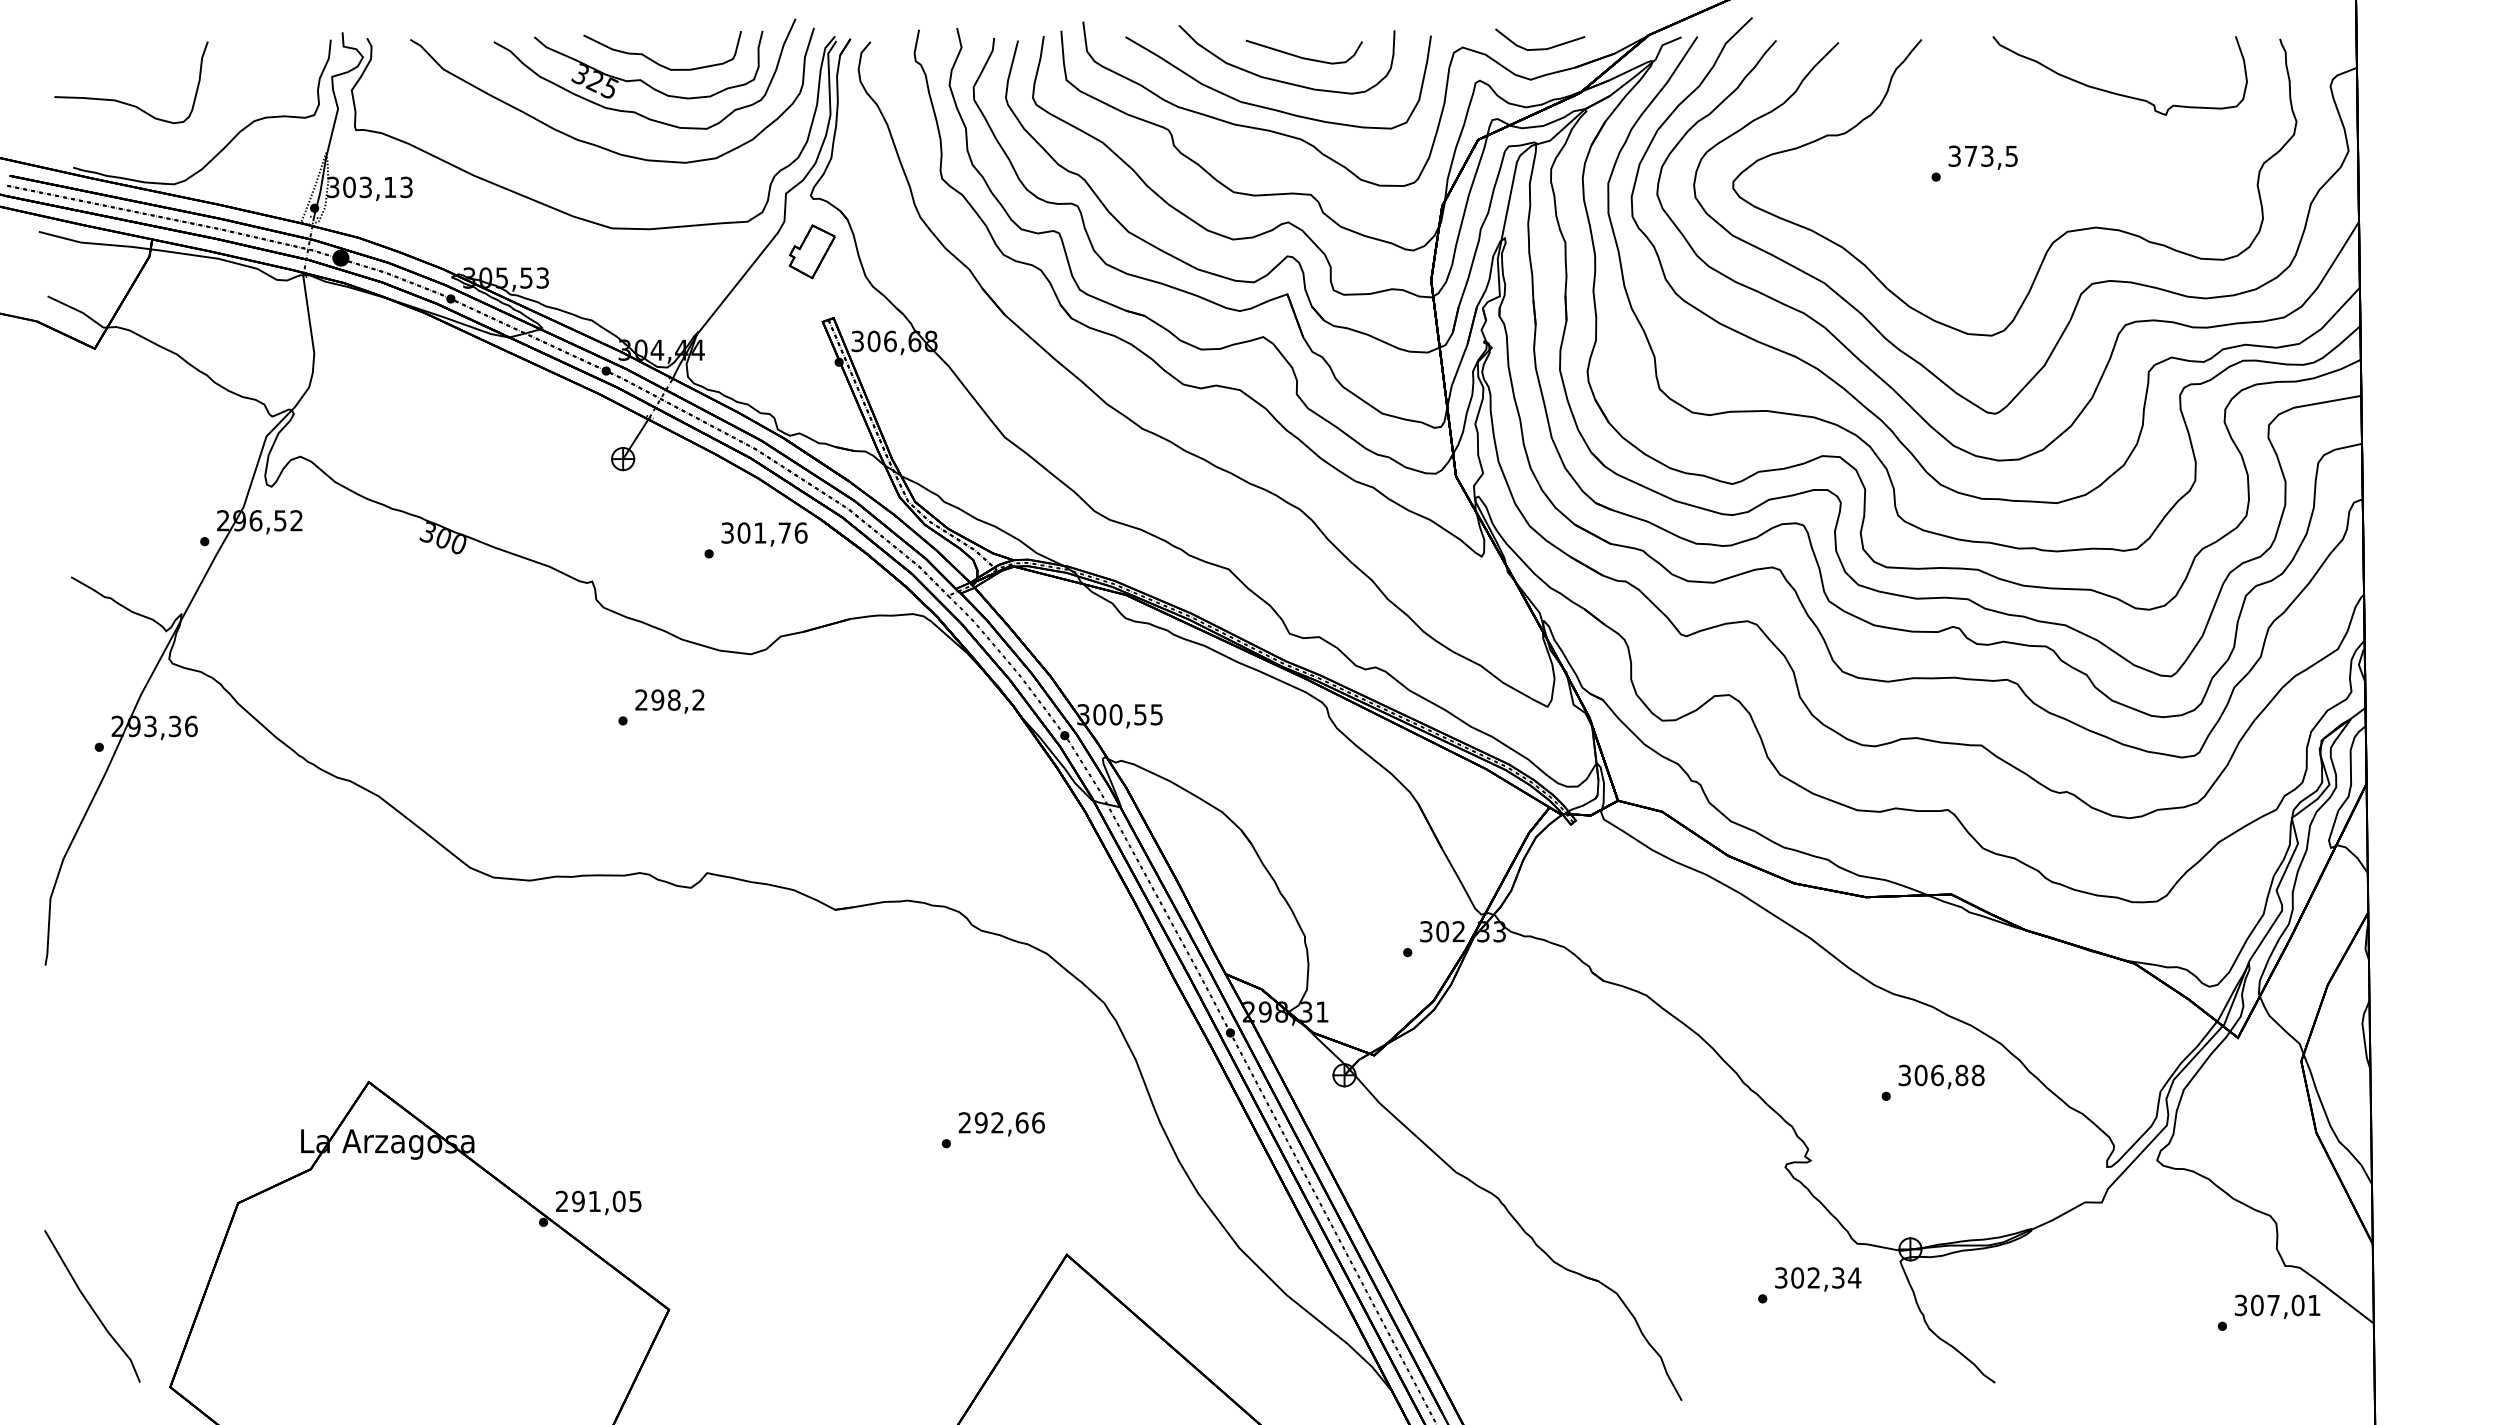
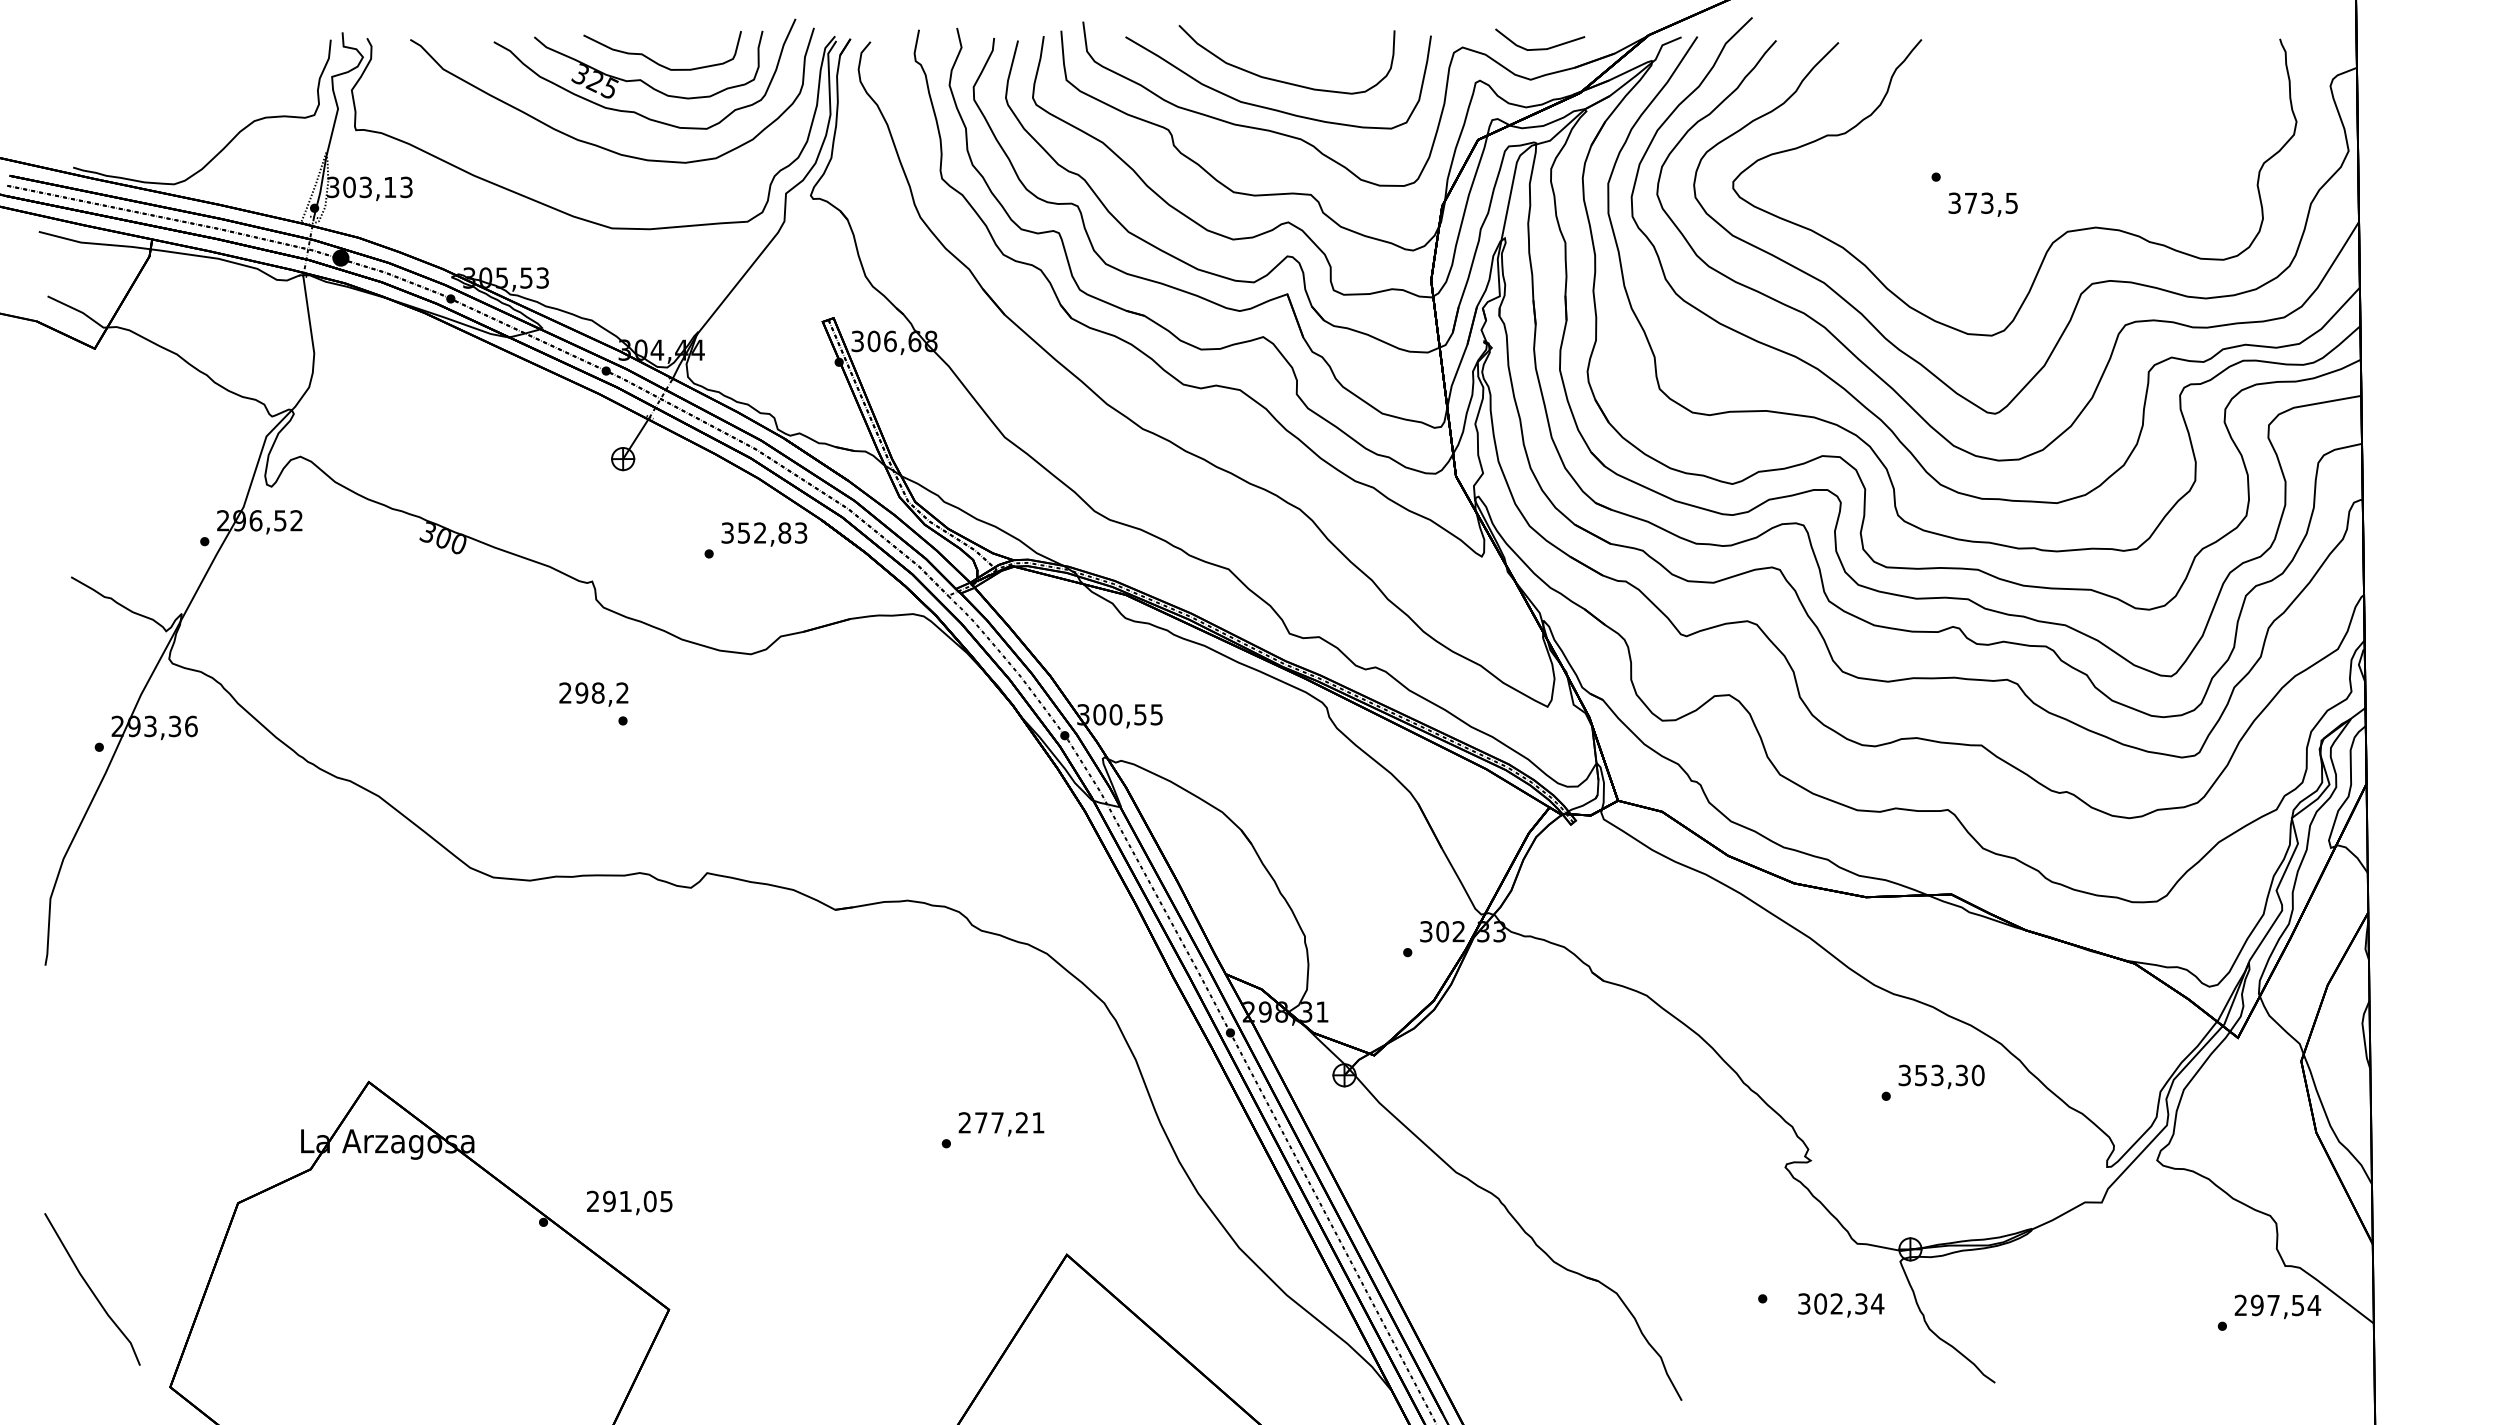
curve at (1301, 56): present -> none
curve at (2115, 92): present -> none
curve at (125, 102): present -> none
text at (1982, 157) position: (1982, 157) -> (1982, 204)
part at (811, 251): present -> none
text at (772, 532): 301,76 -> 352,83
text at (669, 701) position: (669, 701) -> (593, 694)
text at (1949, 1075): 306,88 -> 353,30
text at (1009, 1122): 292,66 -> 277,21
text at (598, 1202) position: (598, 1202) -> (629, 1202)
text at (1818, 1279) position: (1818, 1279) -> (1841, 1305)
text at (2277, 1305): 307,01 -> 297,54
line at (91, 1306) position: (91, 1306) -> (91, 1289)
